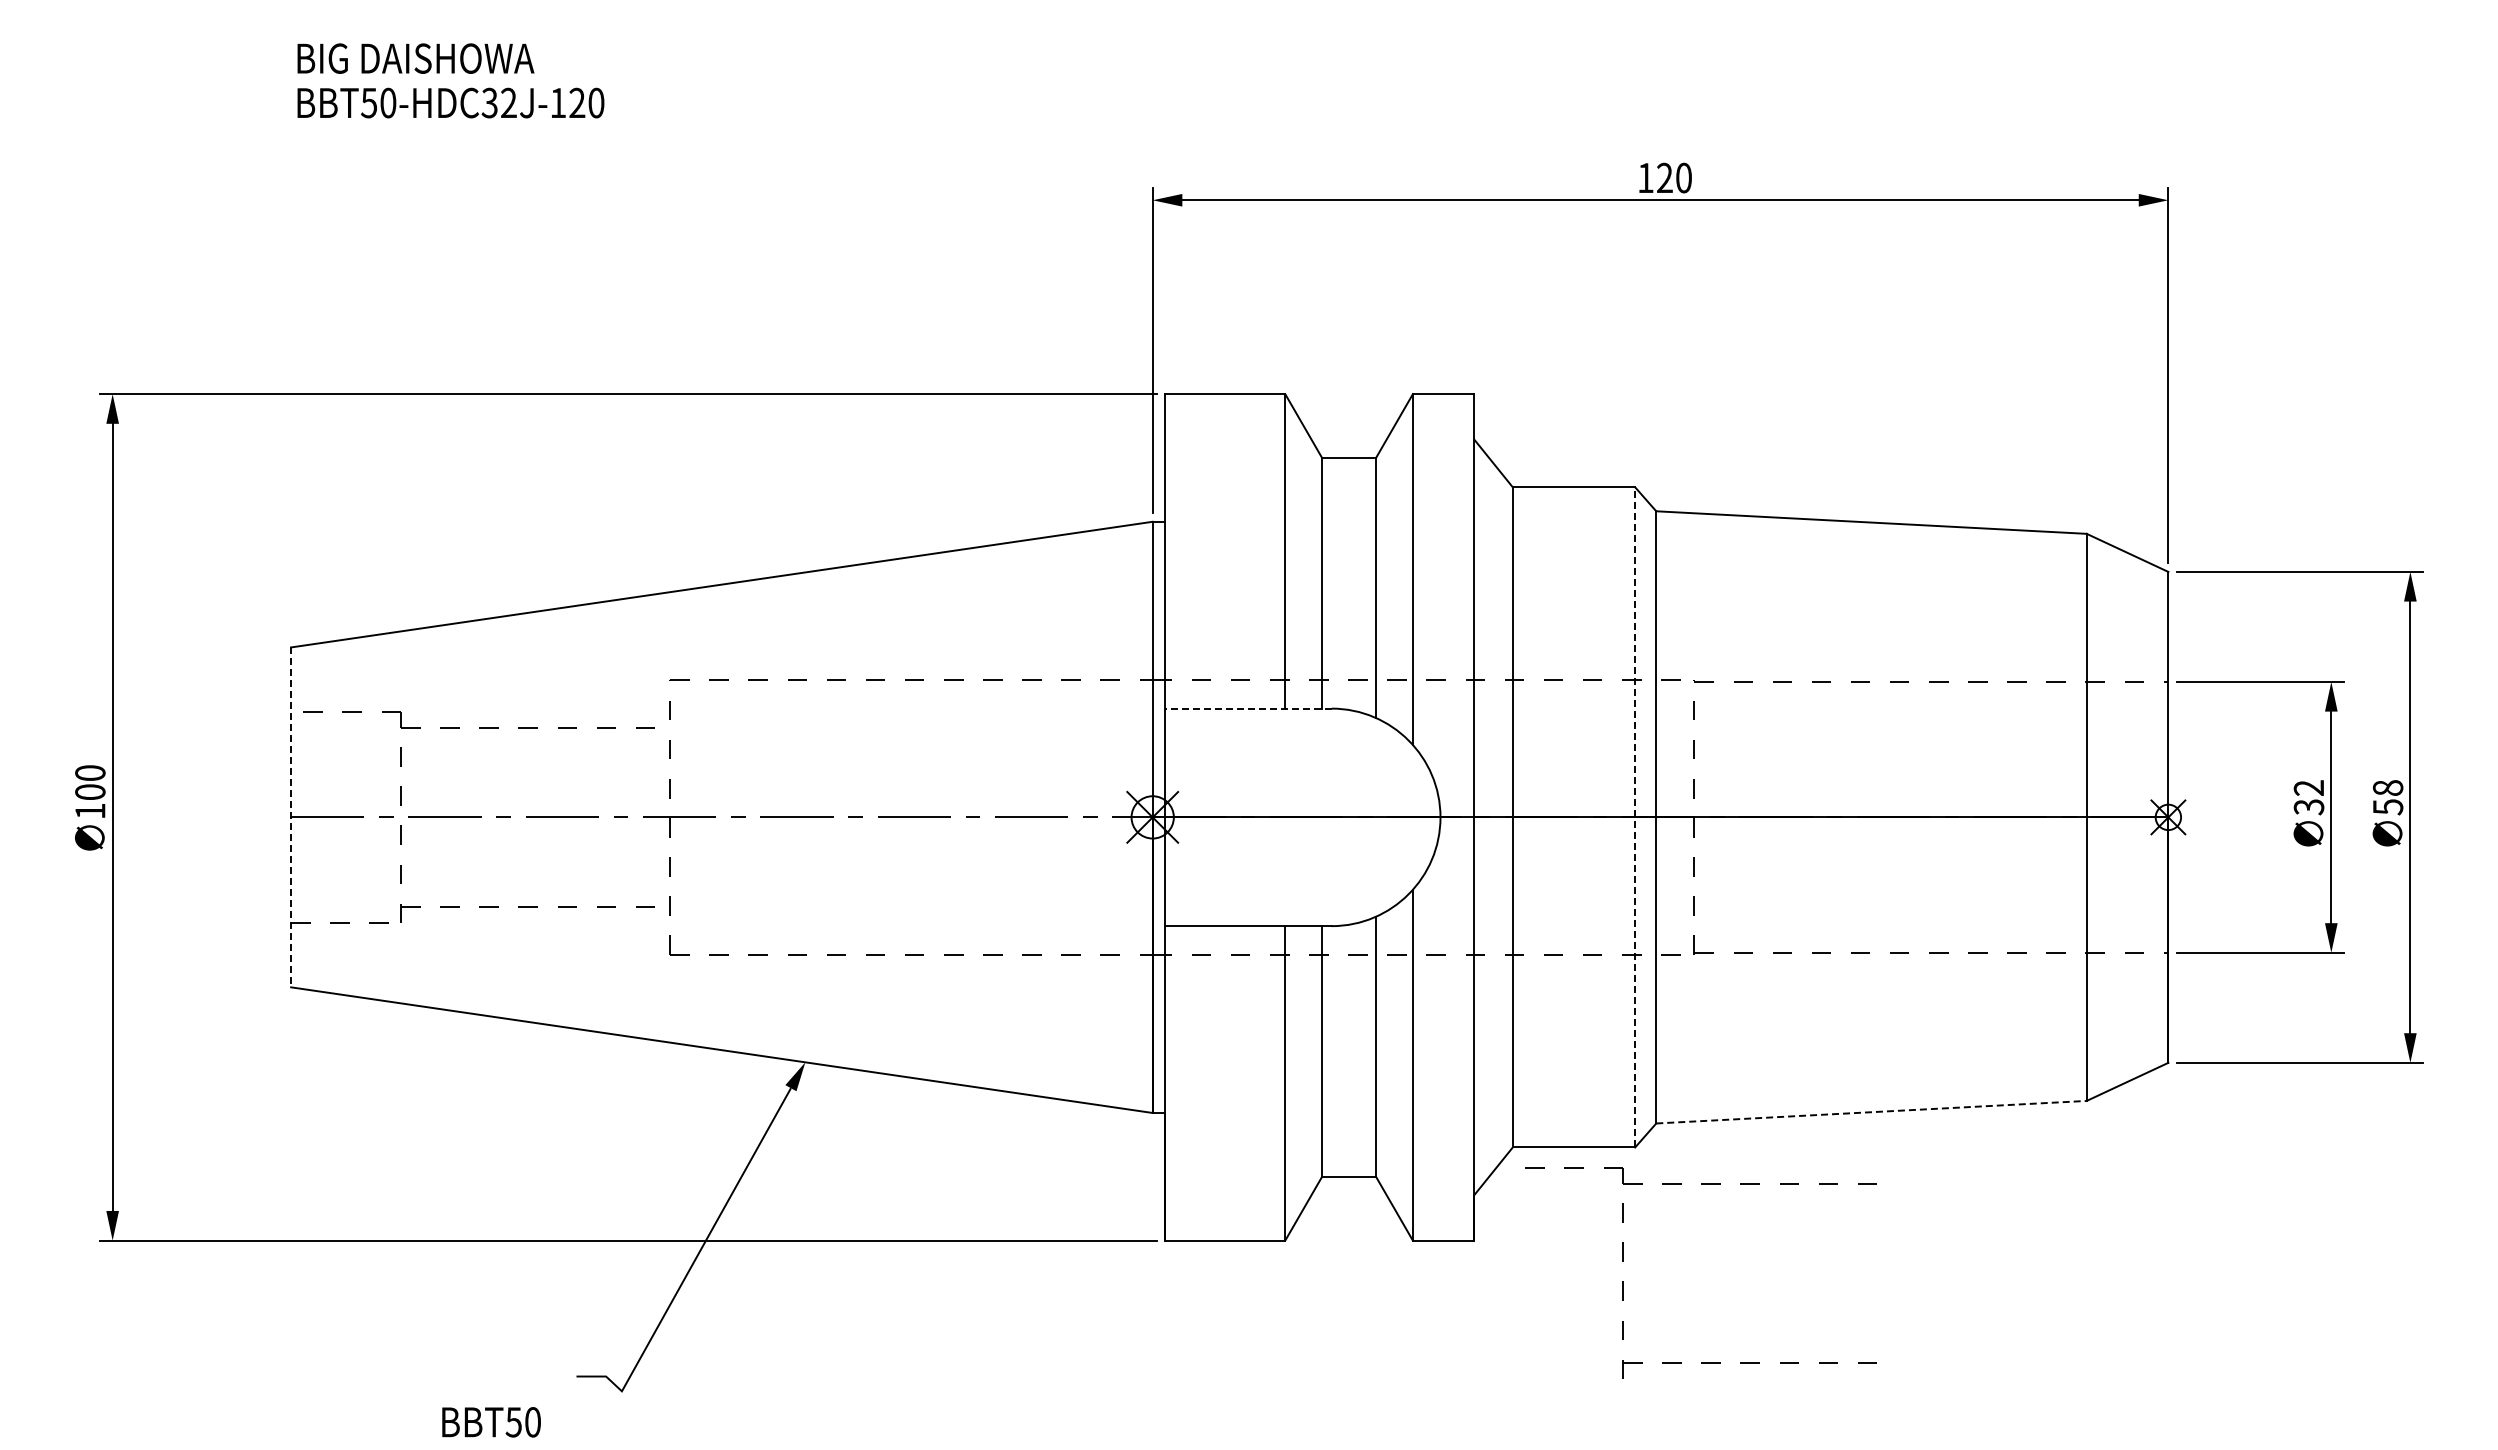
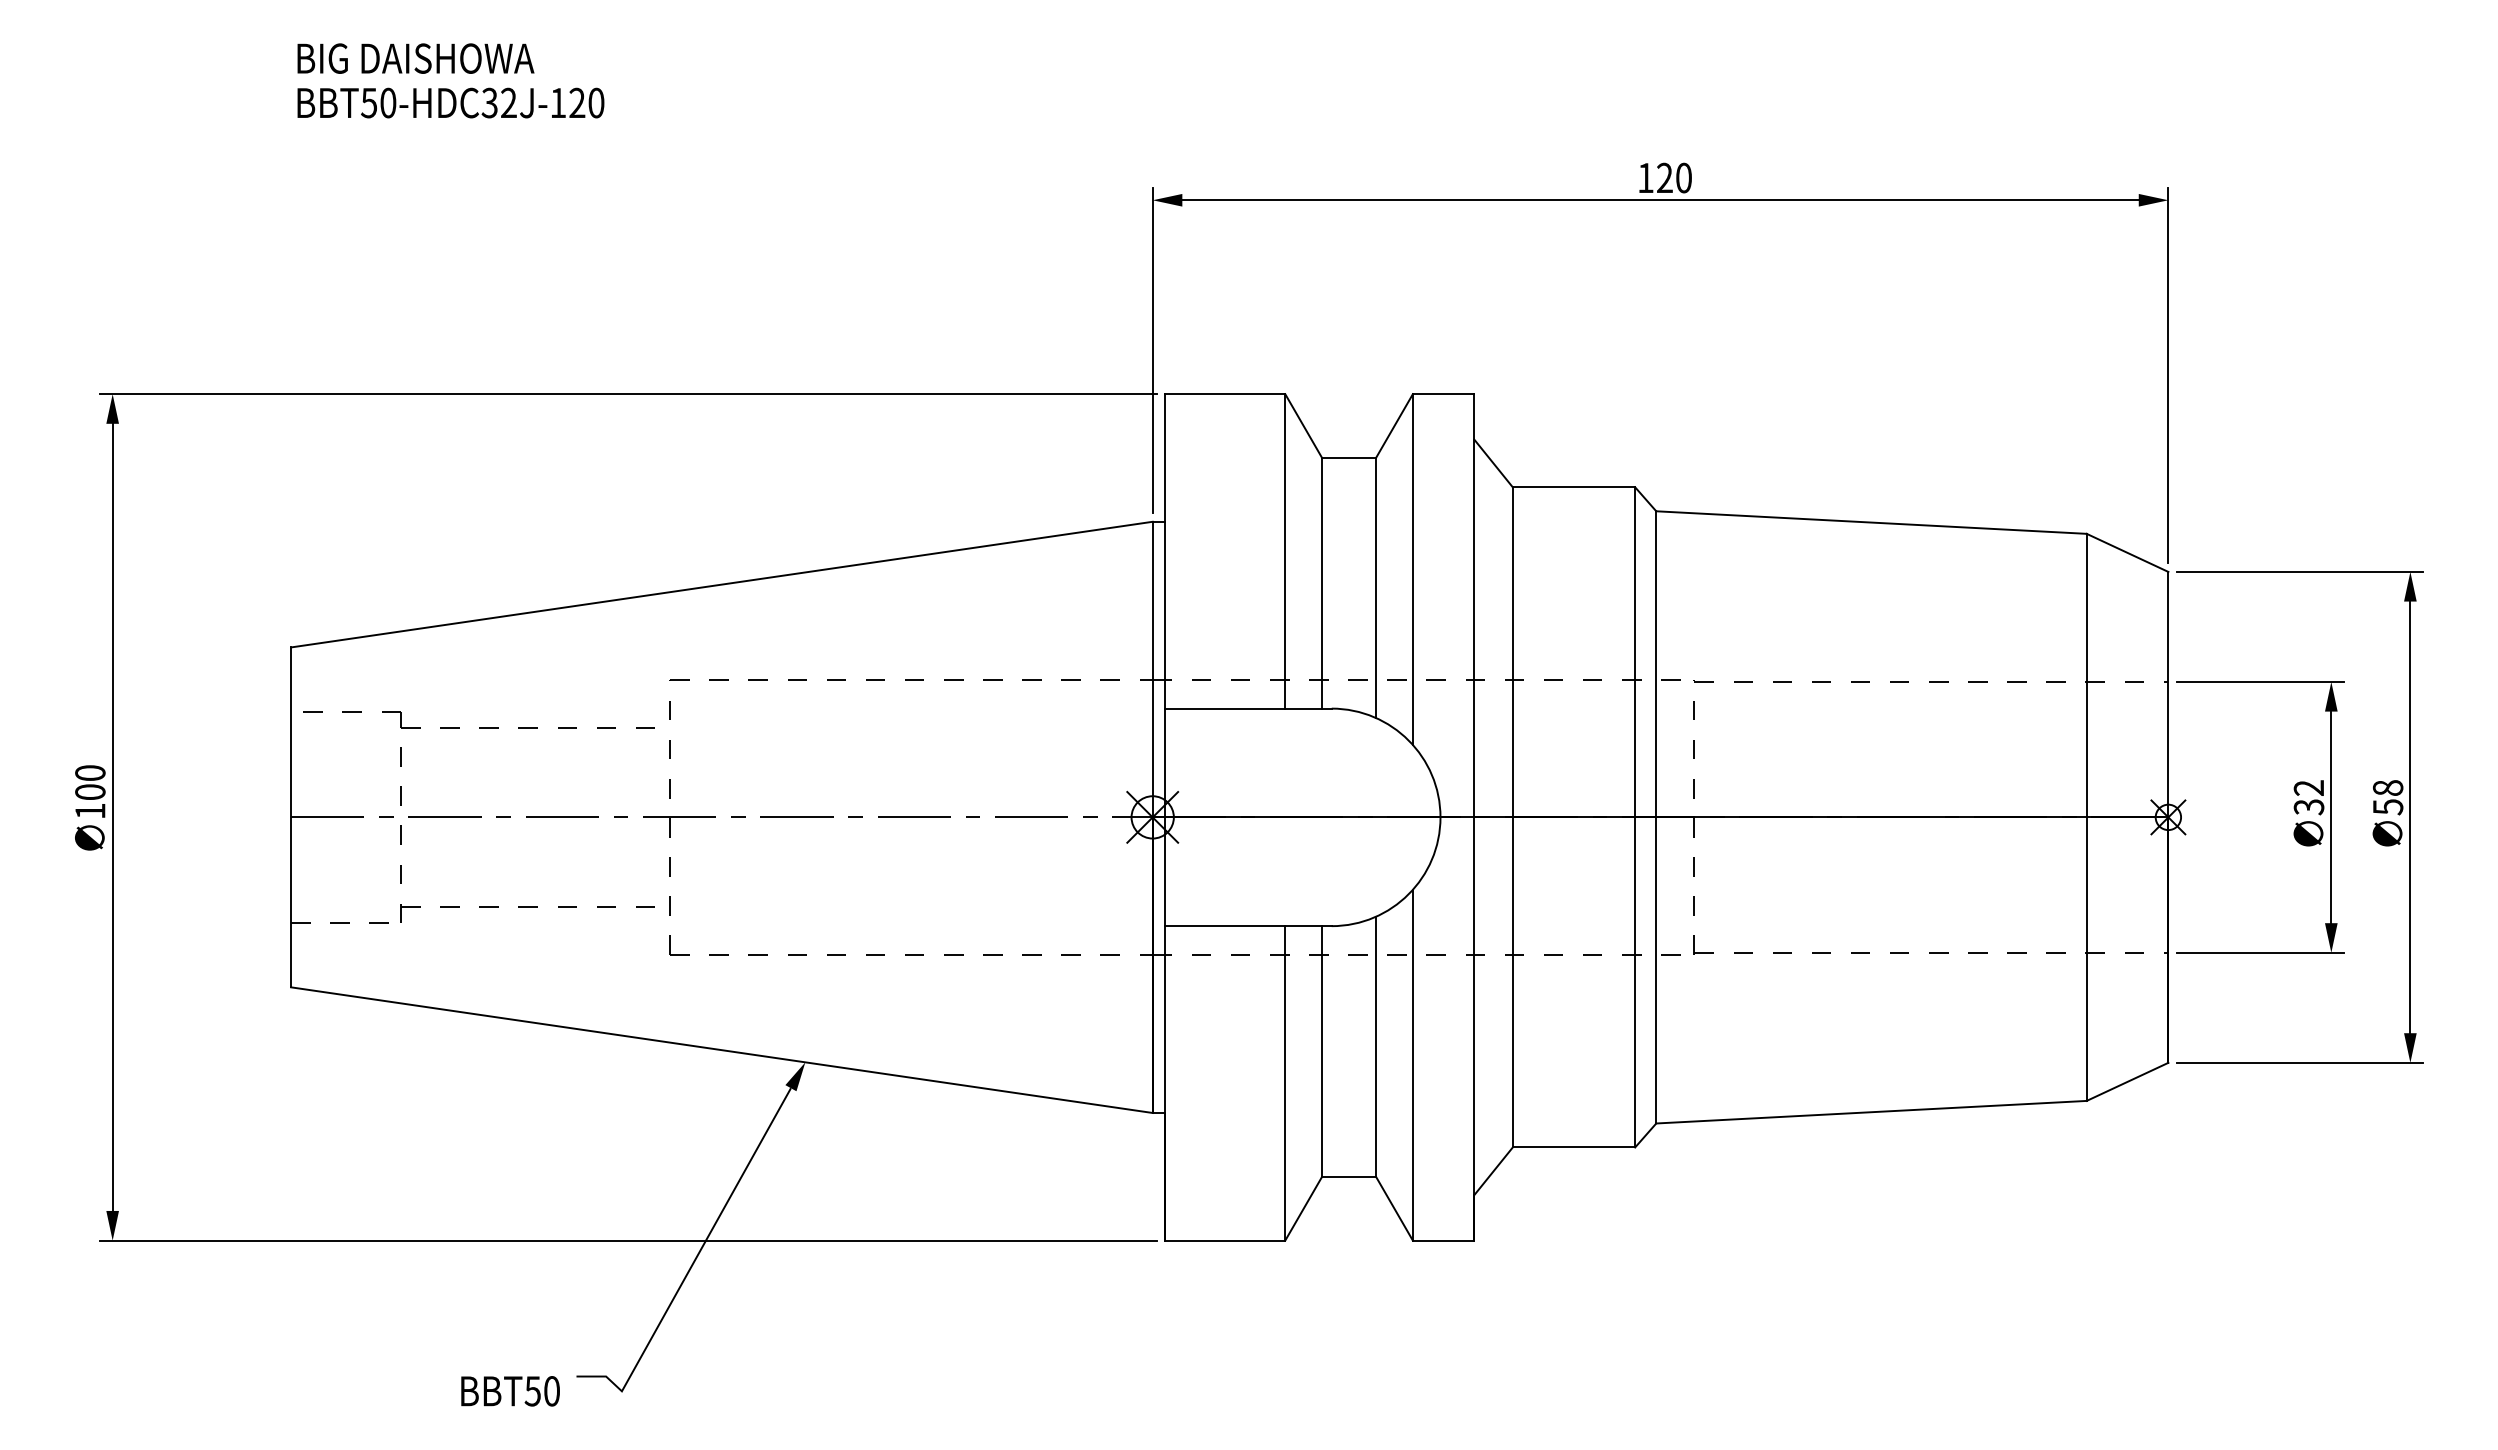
line at (1248, 708): dashed -> solid
line at (1635, 816): dashed -> solid
line at (291, 817): dashed -> solid
line at (1871, 1112): dashed -> solid
part at (1623, 1281): present -> none
text at (491, 1422) position: (491, 1422) -> (510, 1391)
